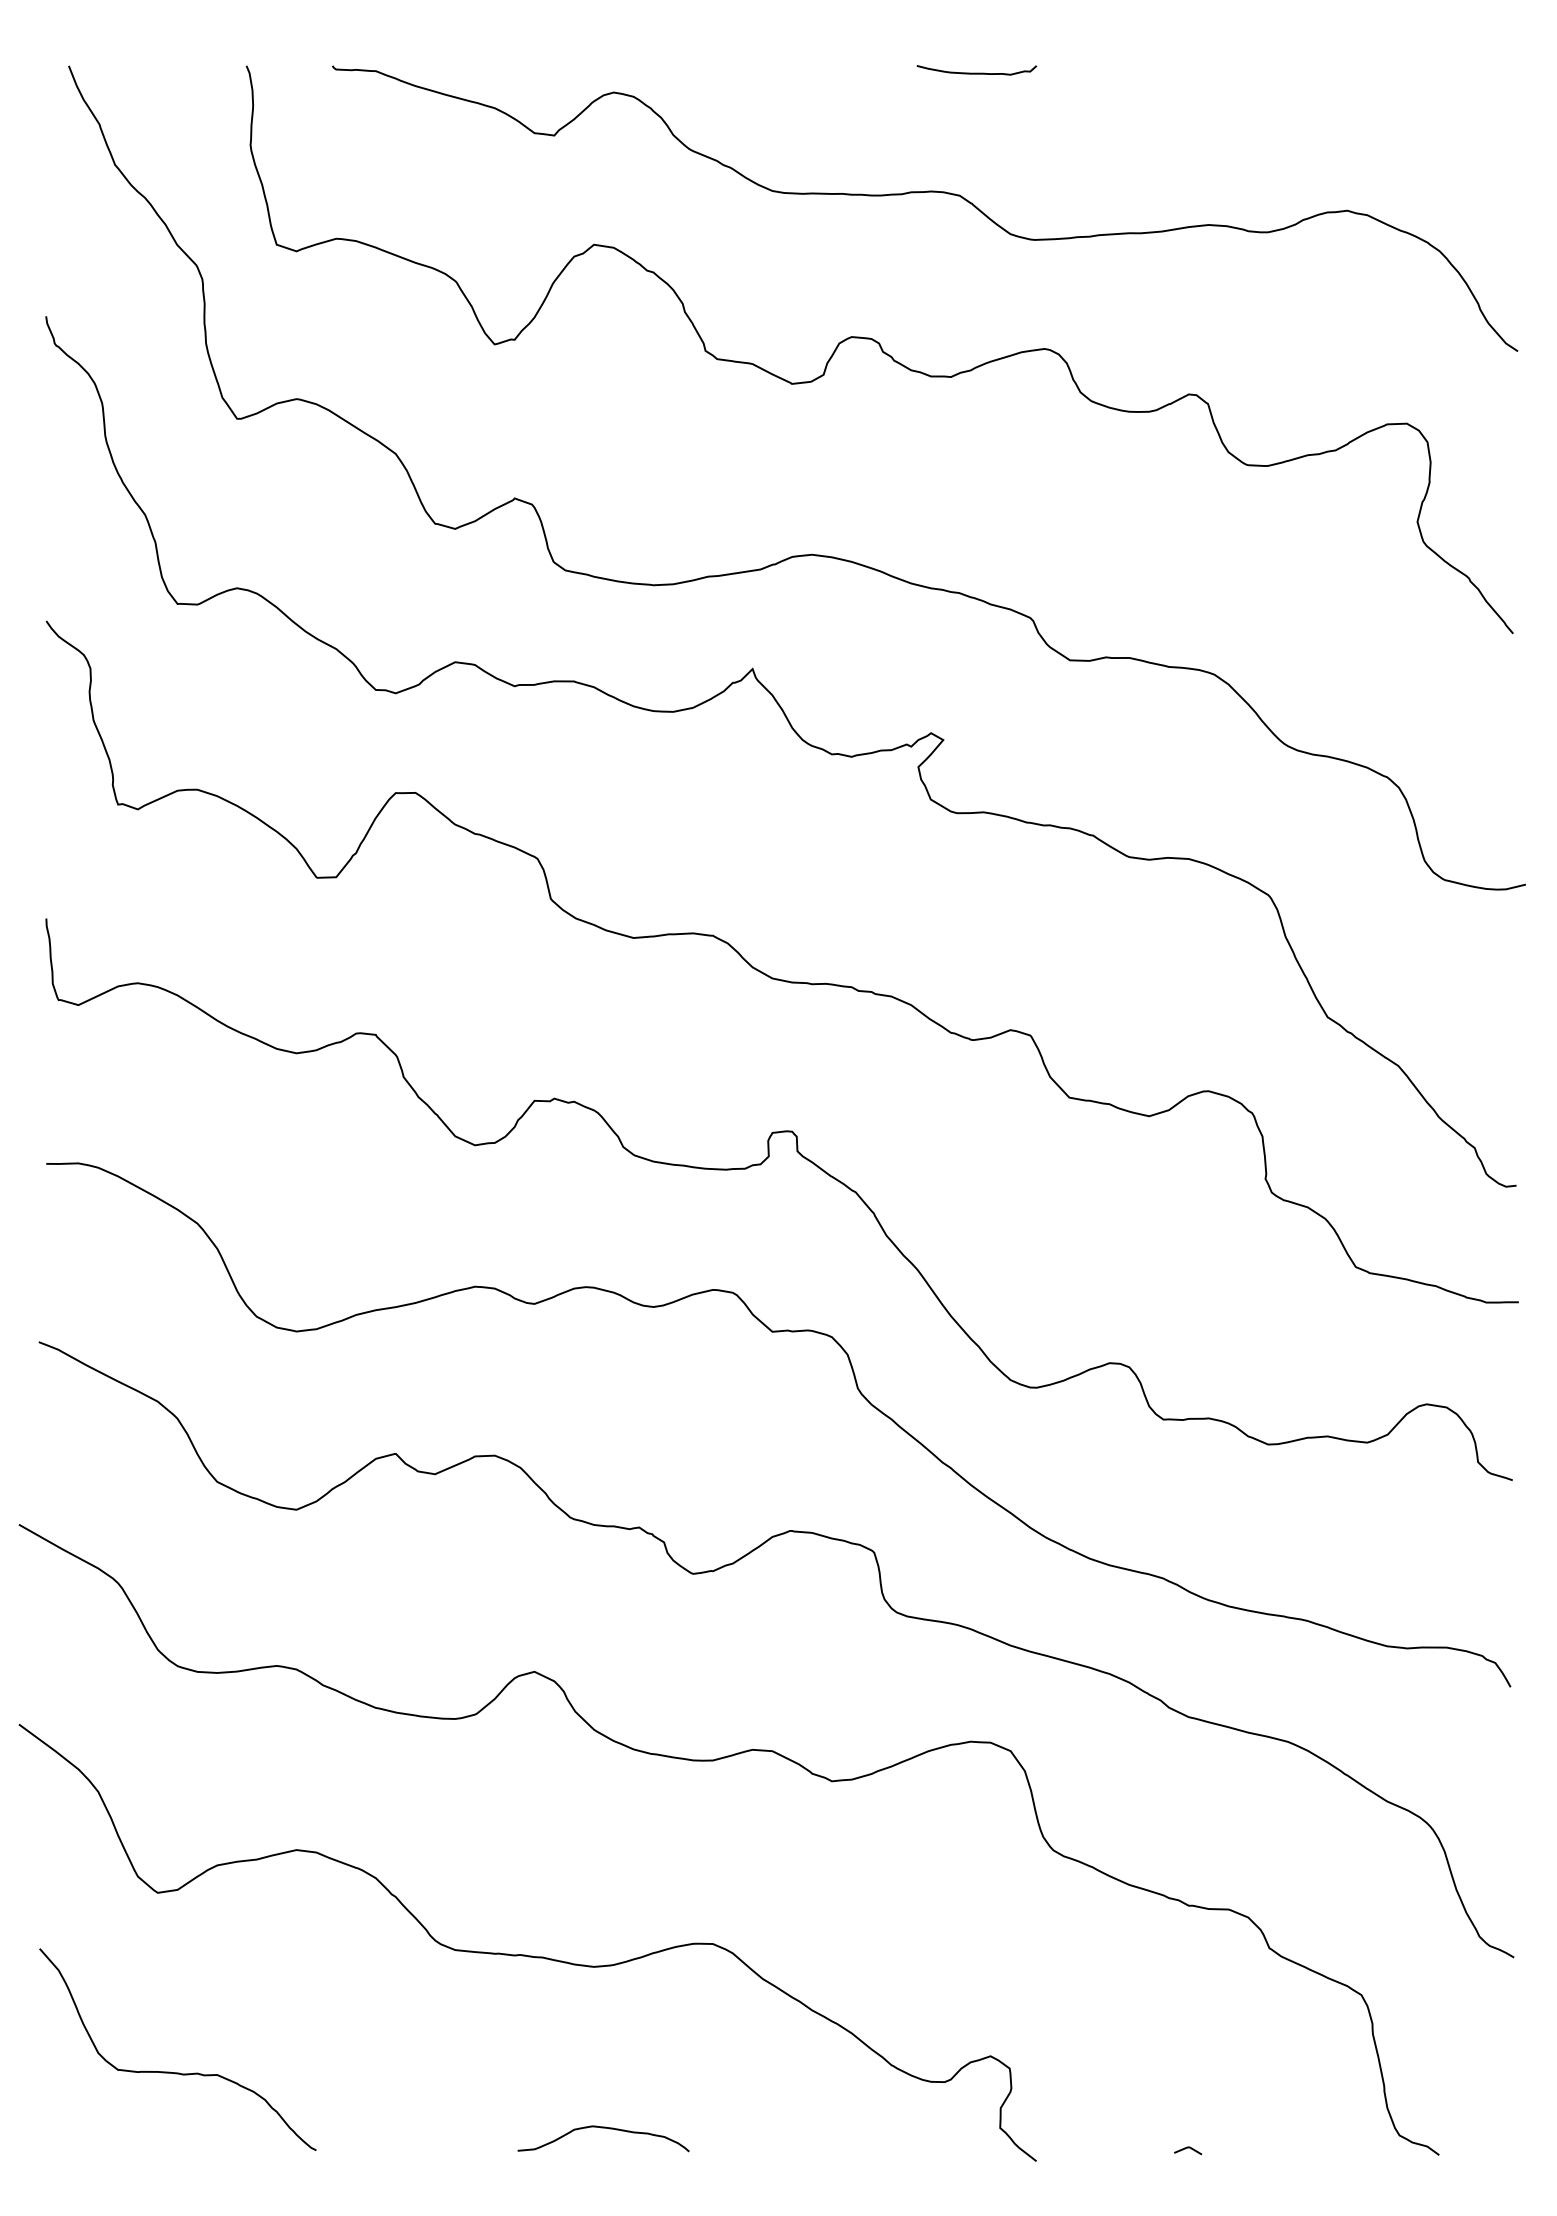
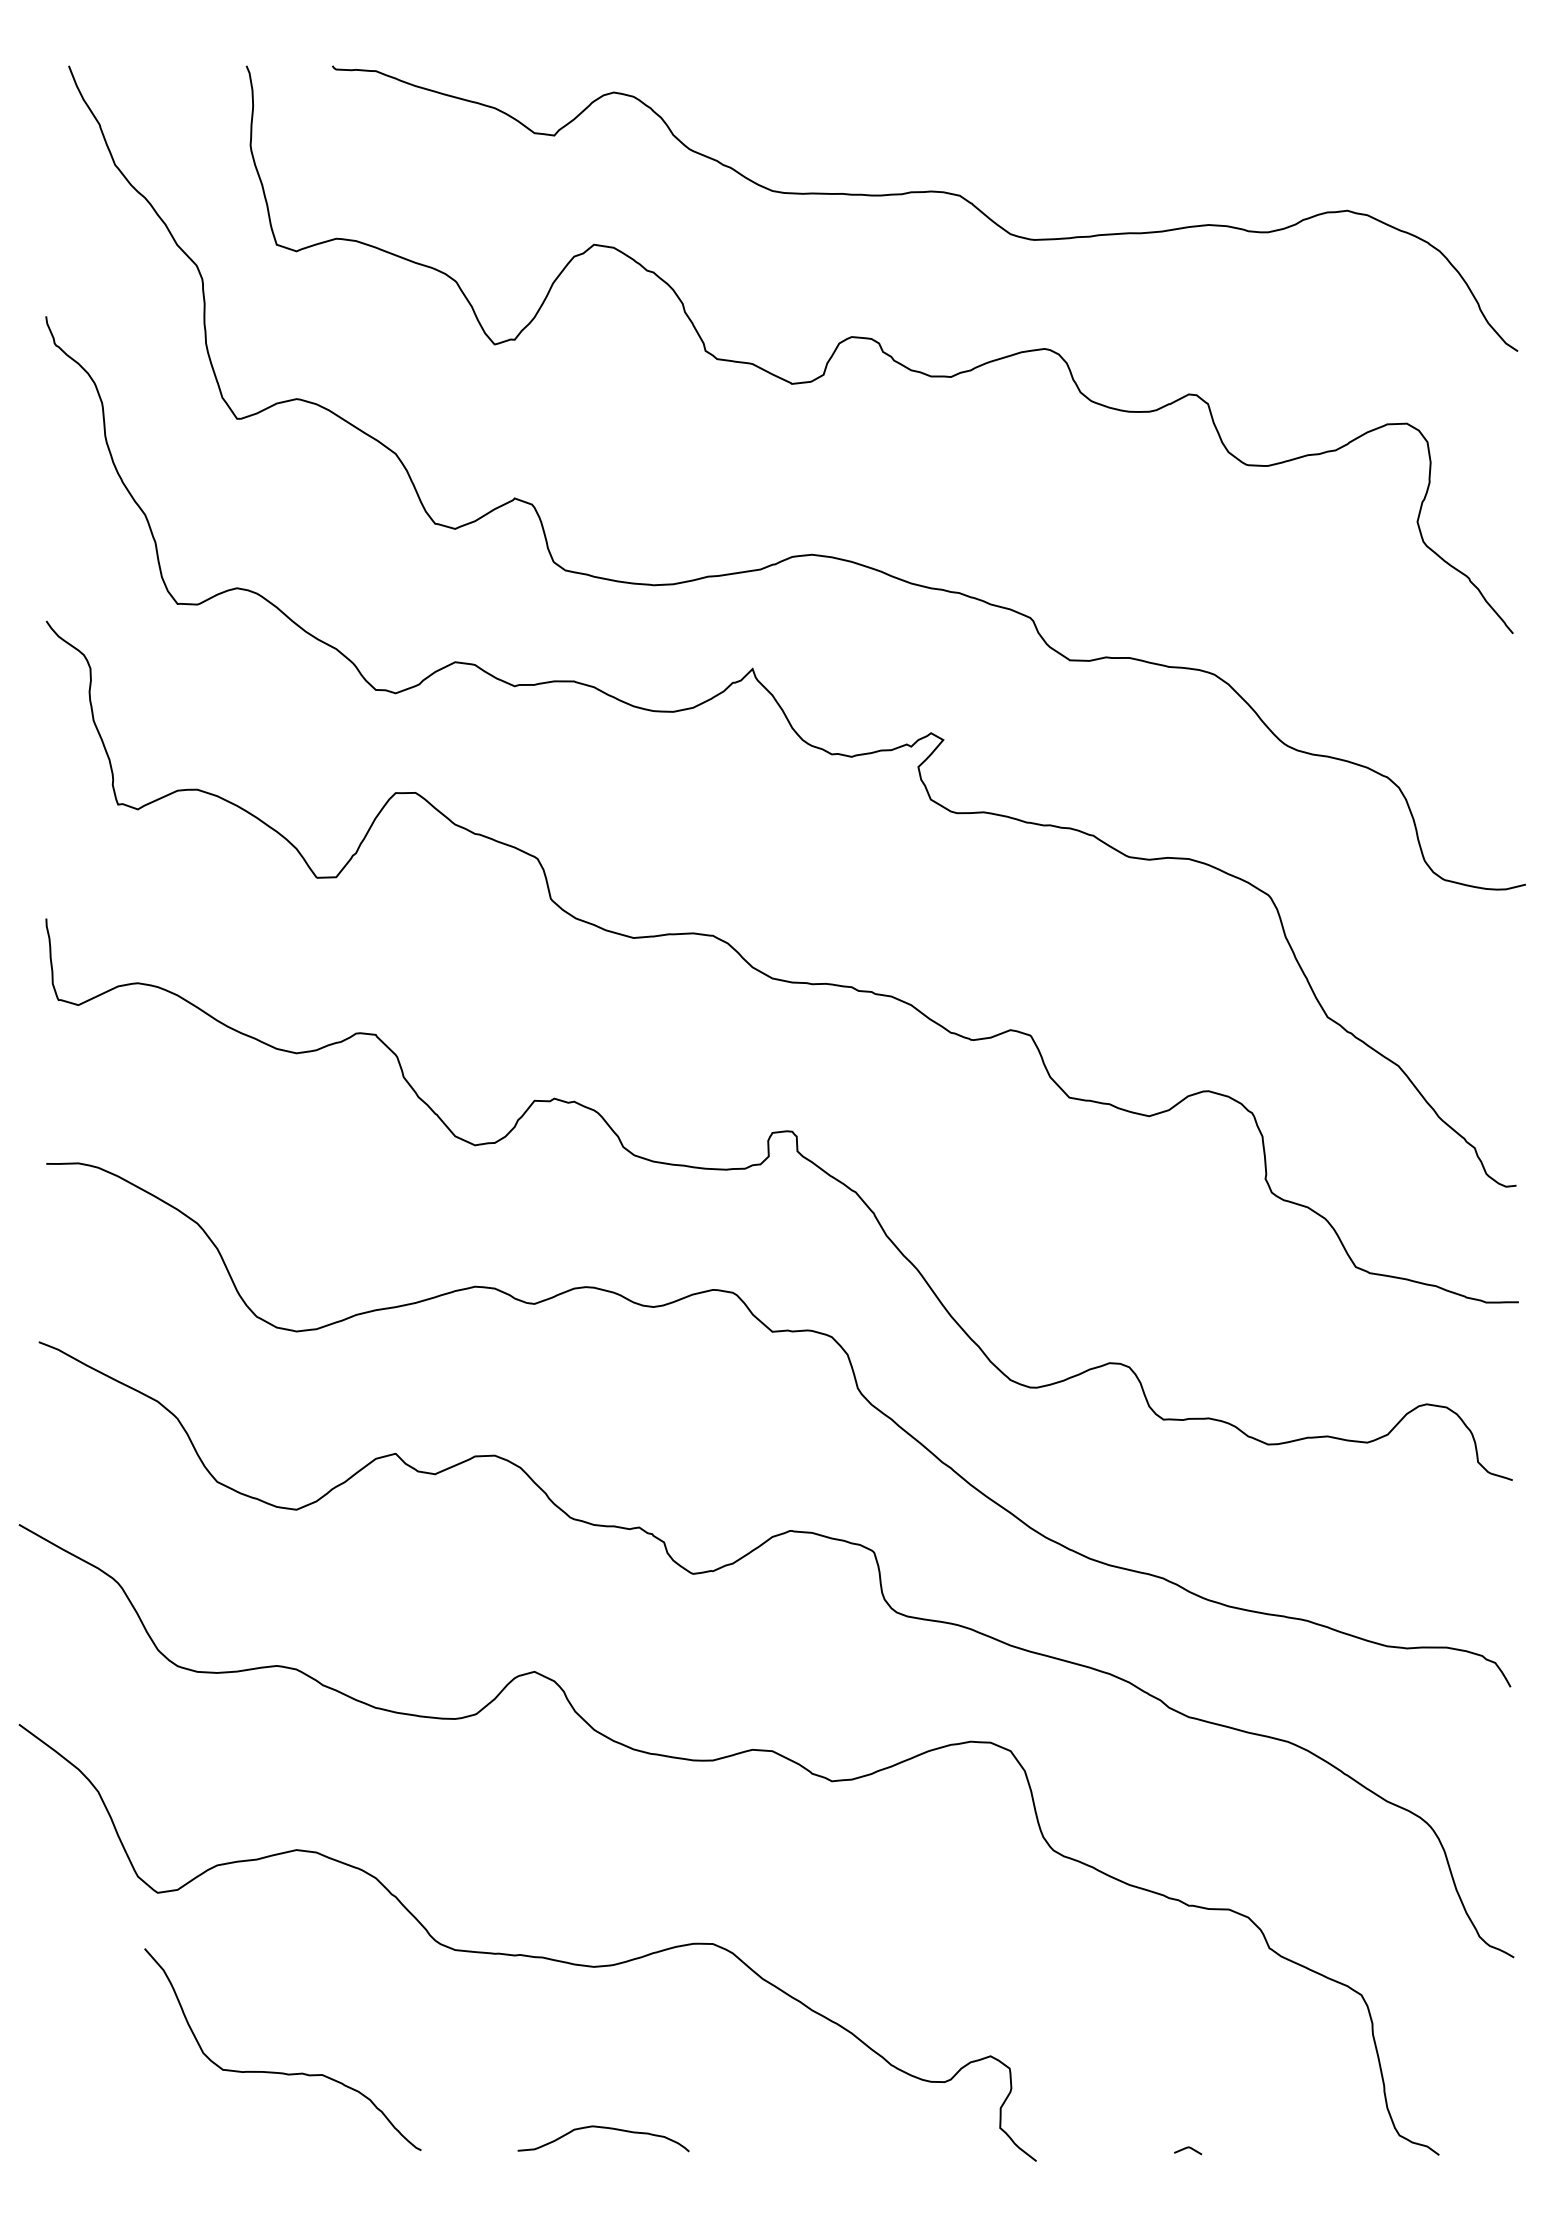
curve at (976, 72): present -> none
curve at (177, 2072) position: (177, 2072) -> (282, 2072)
